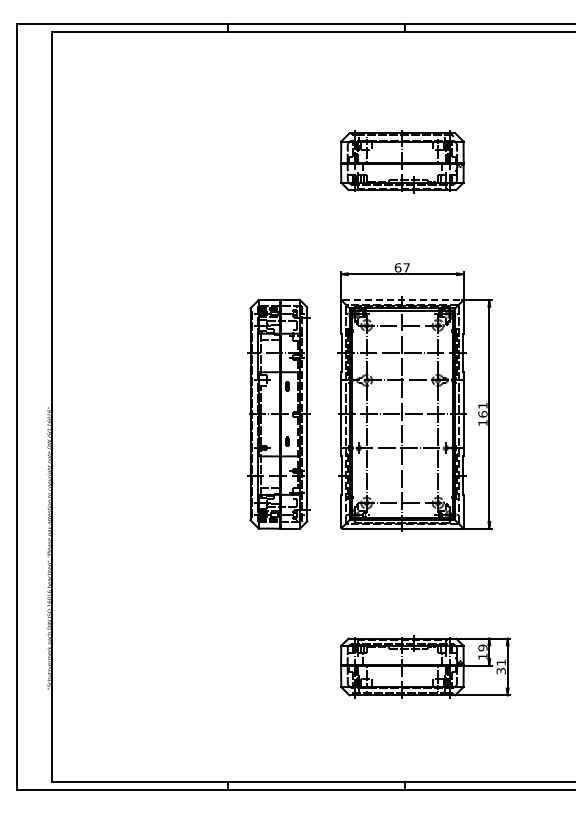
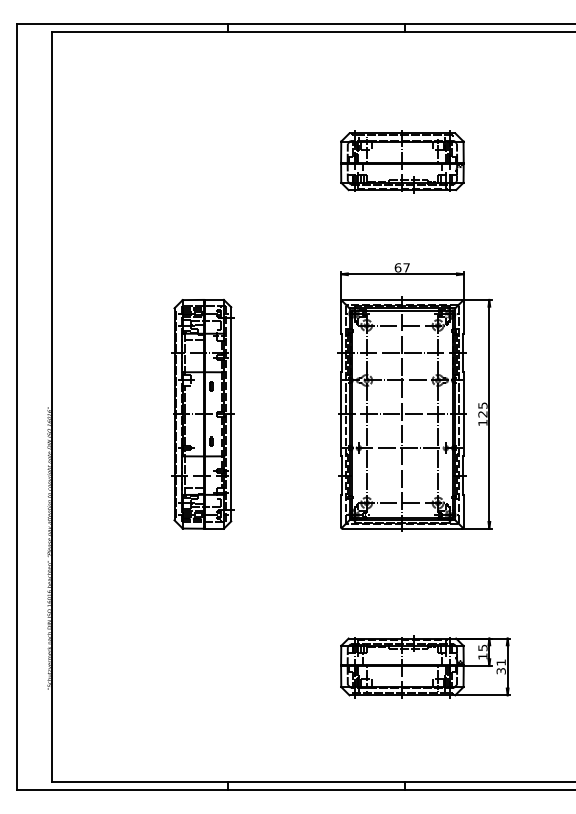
line at (402, 299): dashed -> solid
text at (482, 409): 161 -> 125
part at (278, 413) position: (278, 413) -> (202, 413)
text at (482, 647): 19 -> 15
